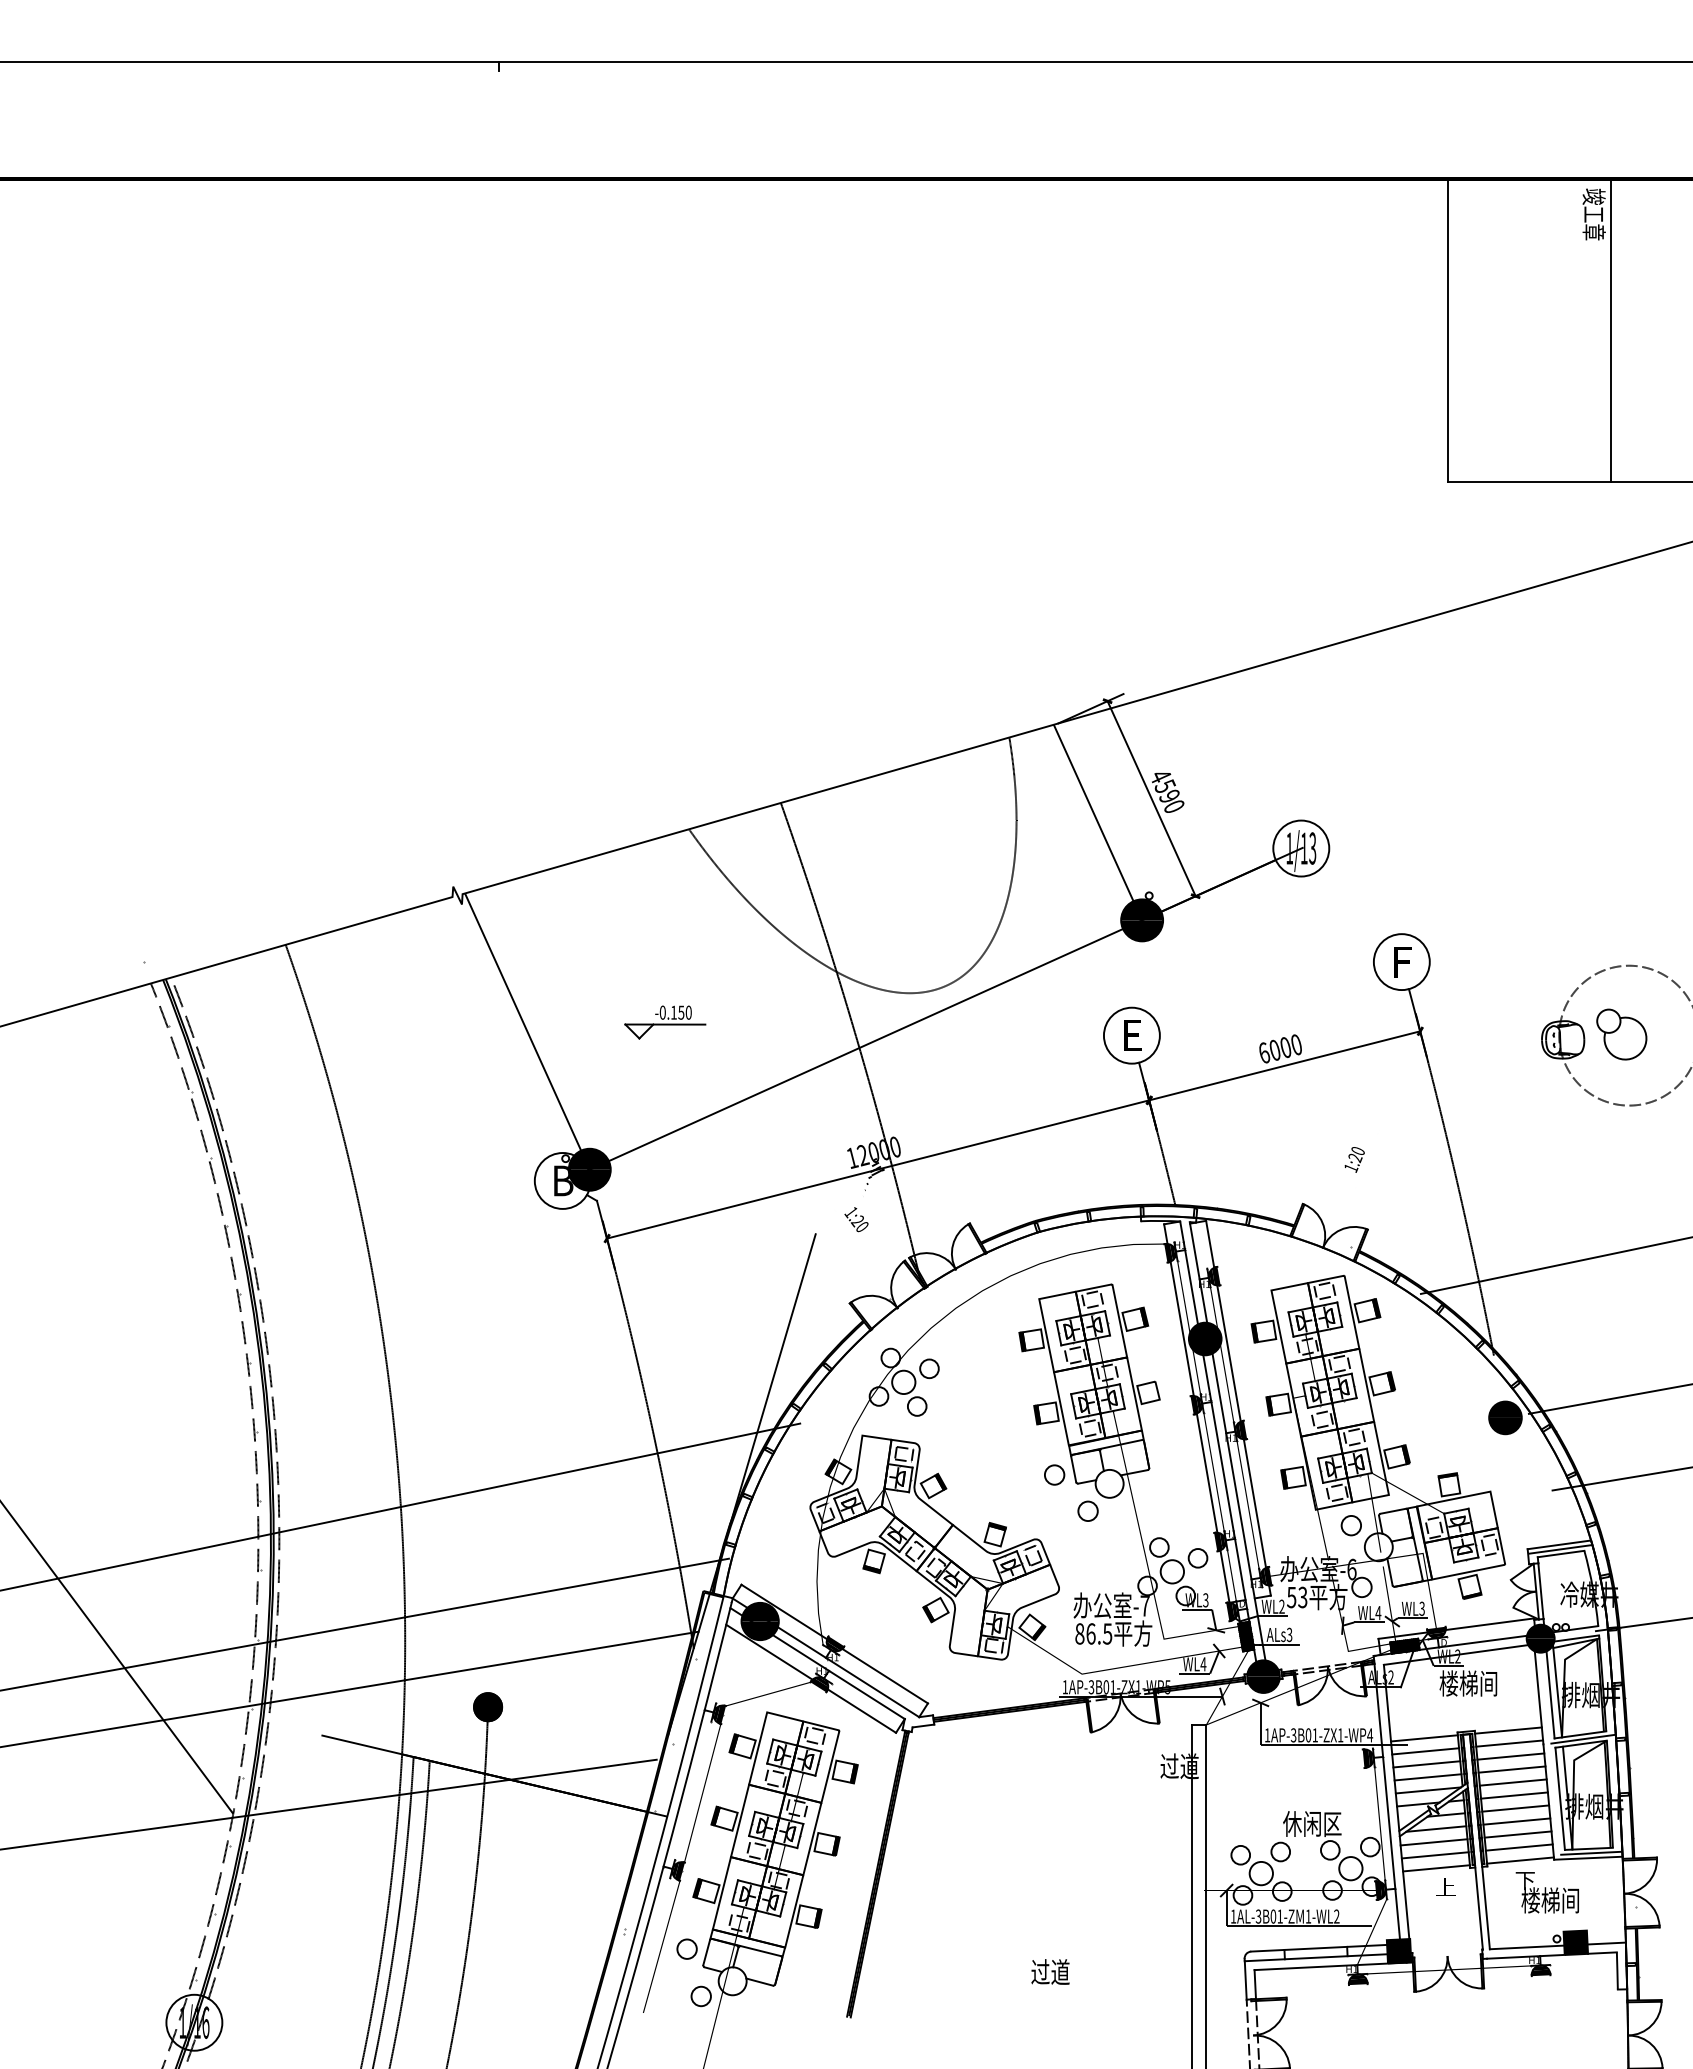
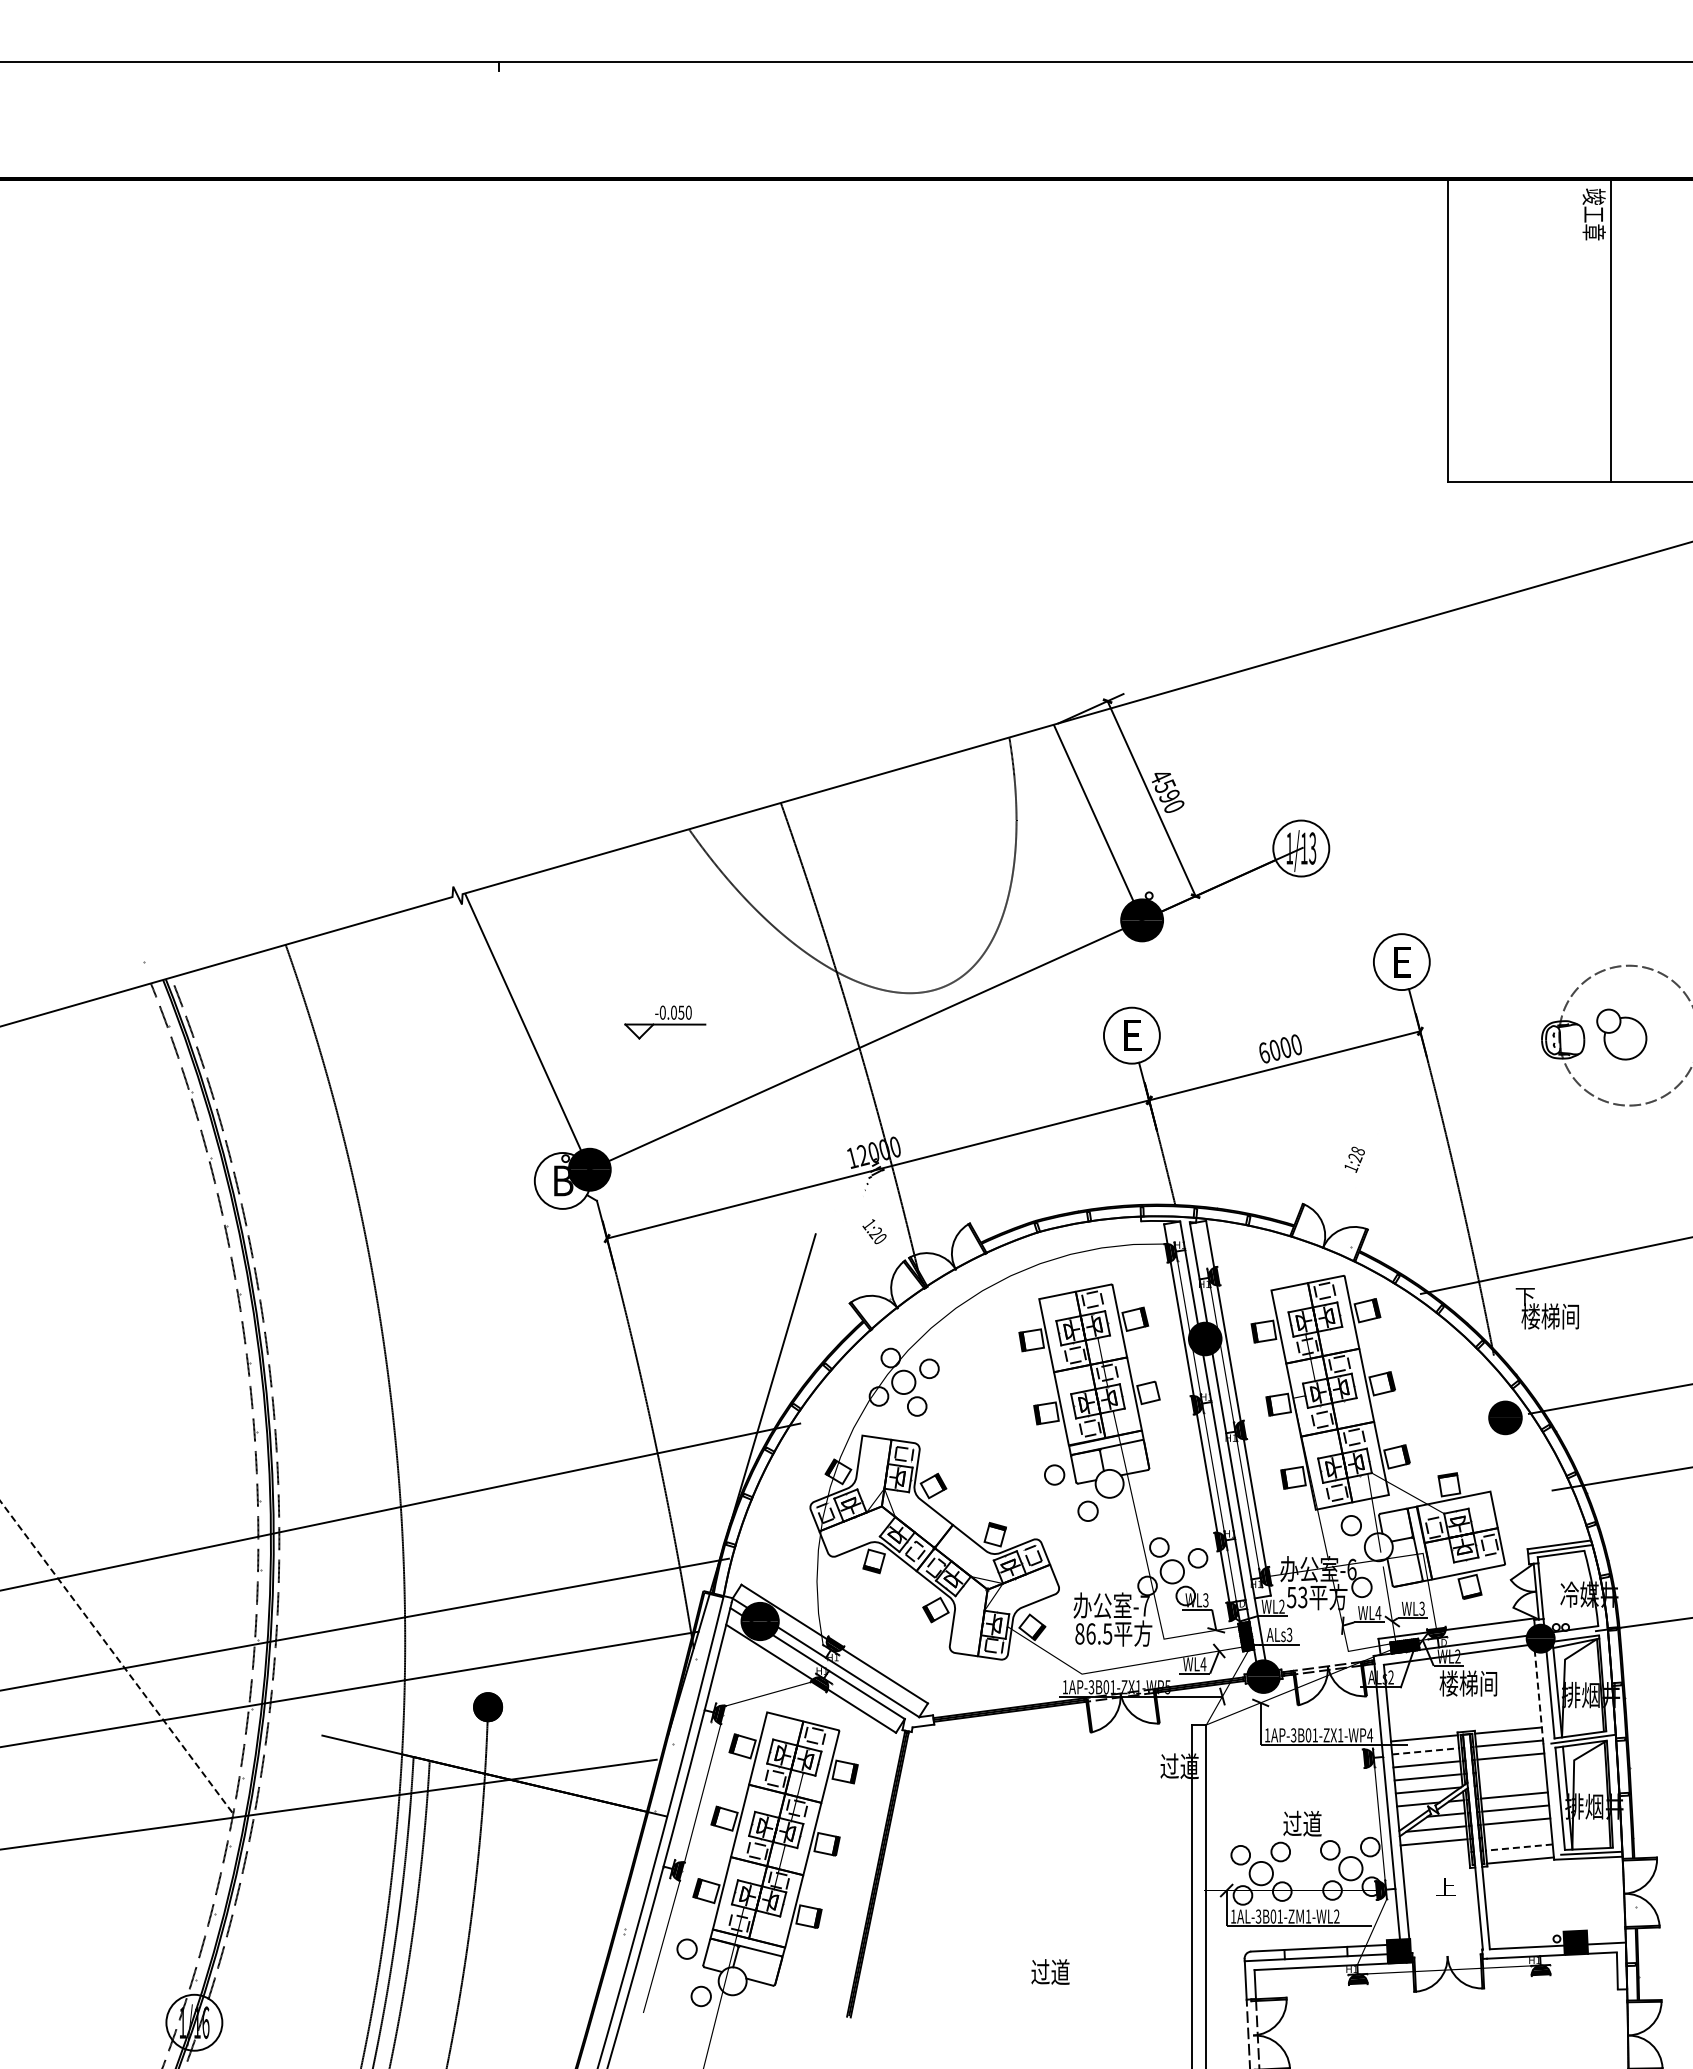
text at (1404, 962): F -> E
text at (673, 1012): -0.150 -> -0.050
text at (1358, 1150): 1:20 -> 1:28
text at (856, 1219) position: (856, 1219) -> (874, 1231)
line at (116, 1657): solid -> dashed
line at (1539, 1697): solid -> dashed
line at (1425, 1751): solid -> dashed
line at (1511, 1769): present -> none
line at (1512, 1782): present -> none
text at (1312, 1823): 休闲区 -> 过道
line at (1517, 1834): present -> none
line at (1519, 1847): solid -> dashed
line at (1434, 1855): present -> none
line at (1436, 1868): present -> none
text at (1546, 1892) position: (1546, 1892) -> (1546, 1308)
